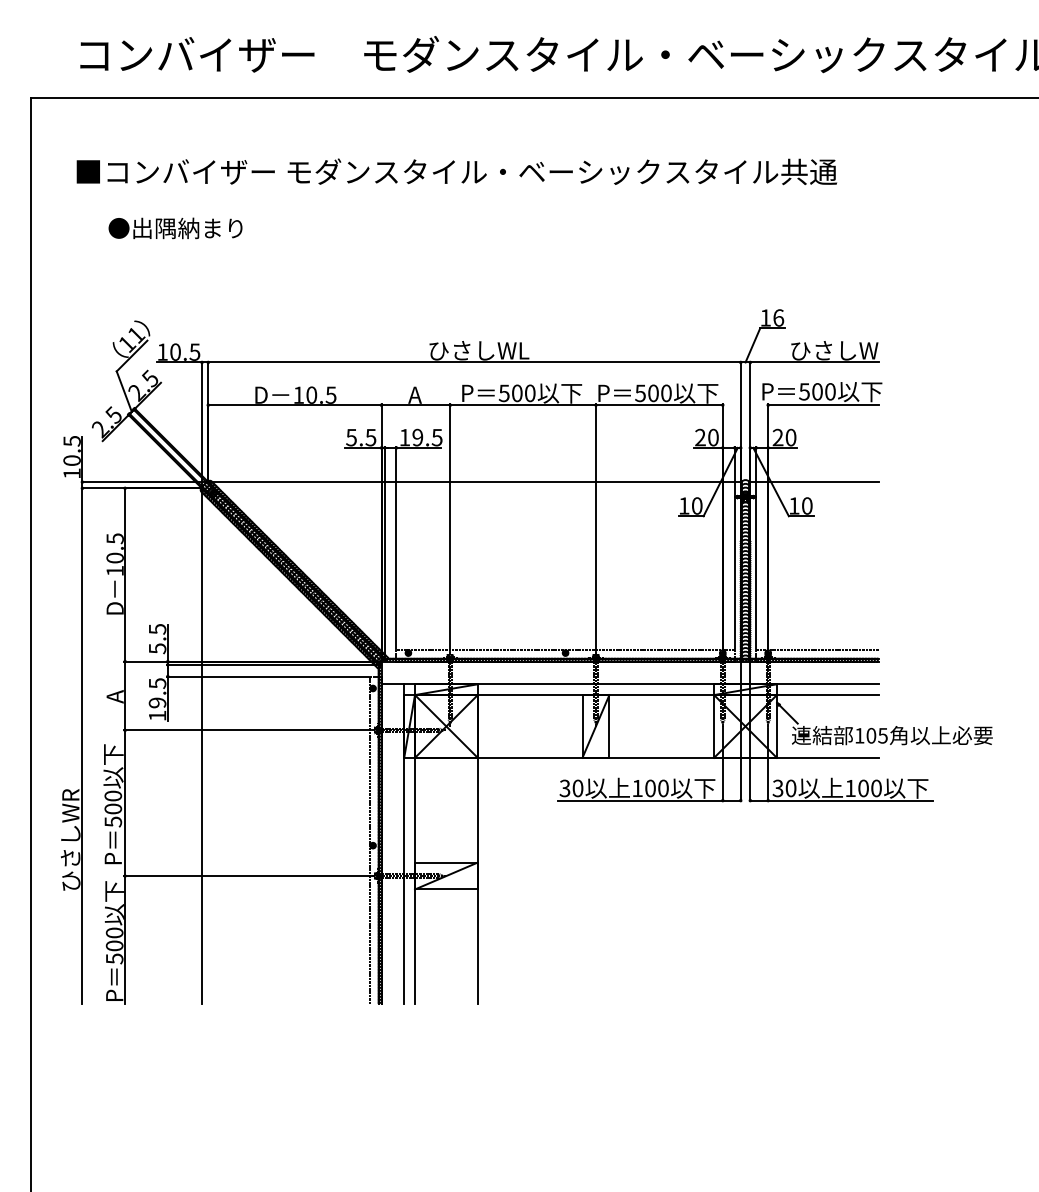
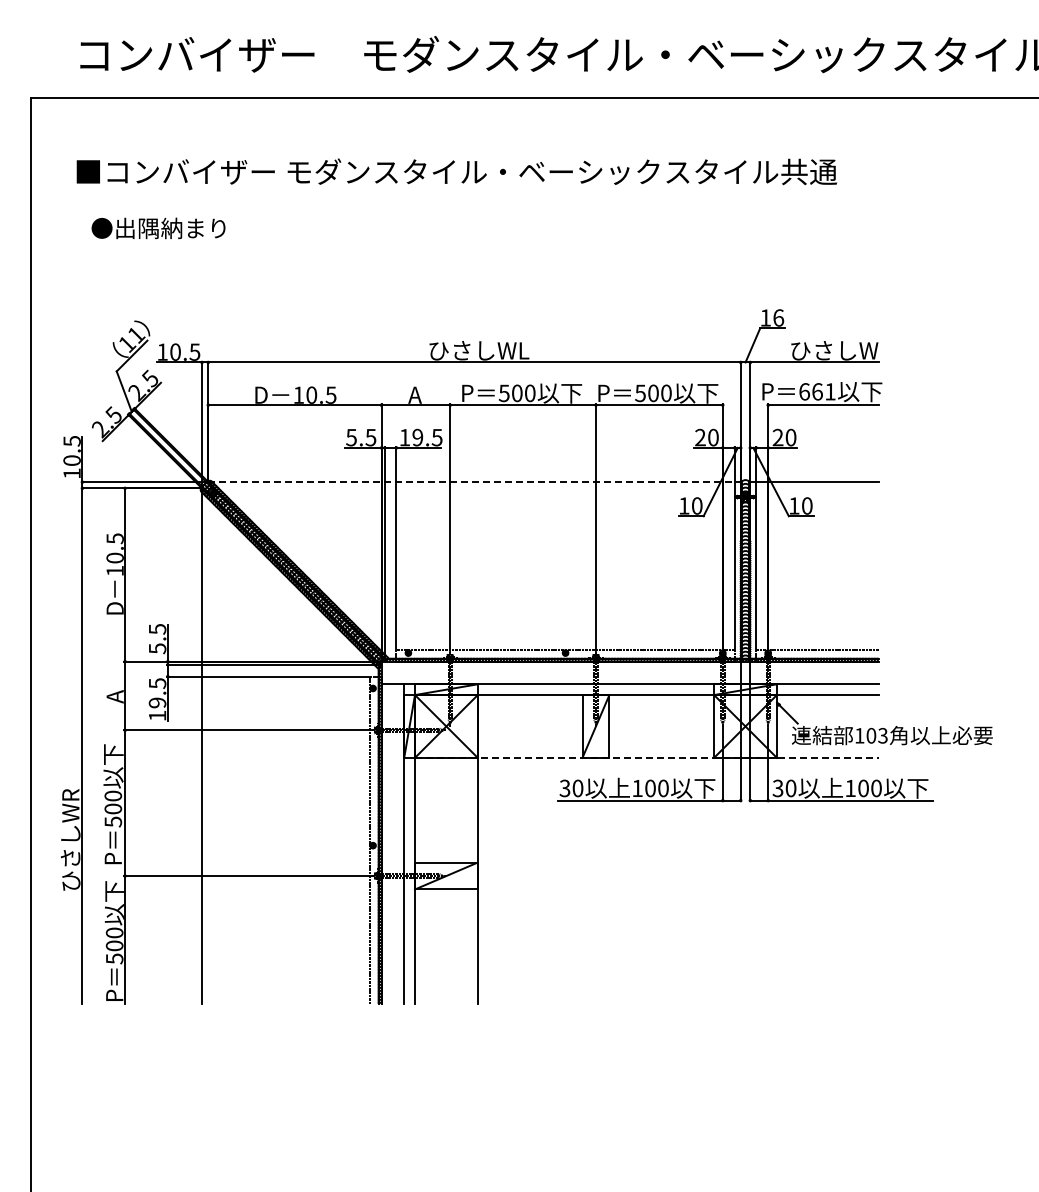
text at (175, 228) position: (175, 228) -> (158, 228)
text at (817, 391): 500 -> 661
line at (475, 482): solid -> dashed
text at (882, 734): 105 -> 103
line at (646, 757): solid -> dashed
